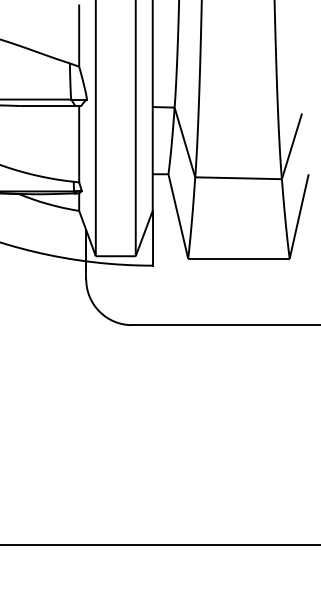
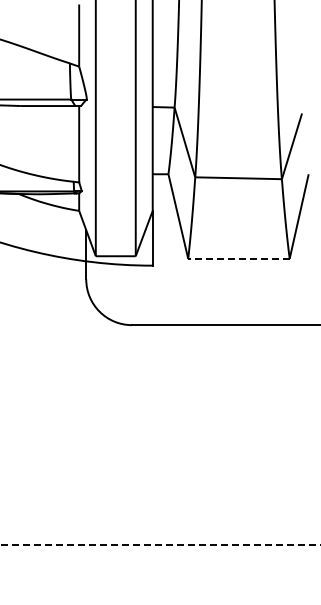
line at (238, 258): solid -> dashed
line at (159, 544): solid -> dashed
